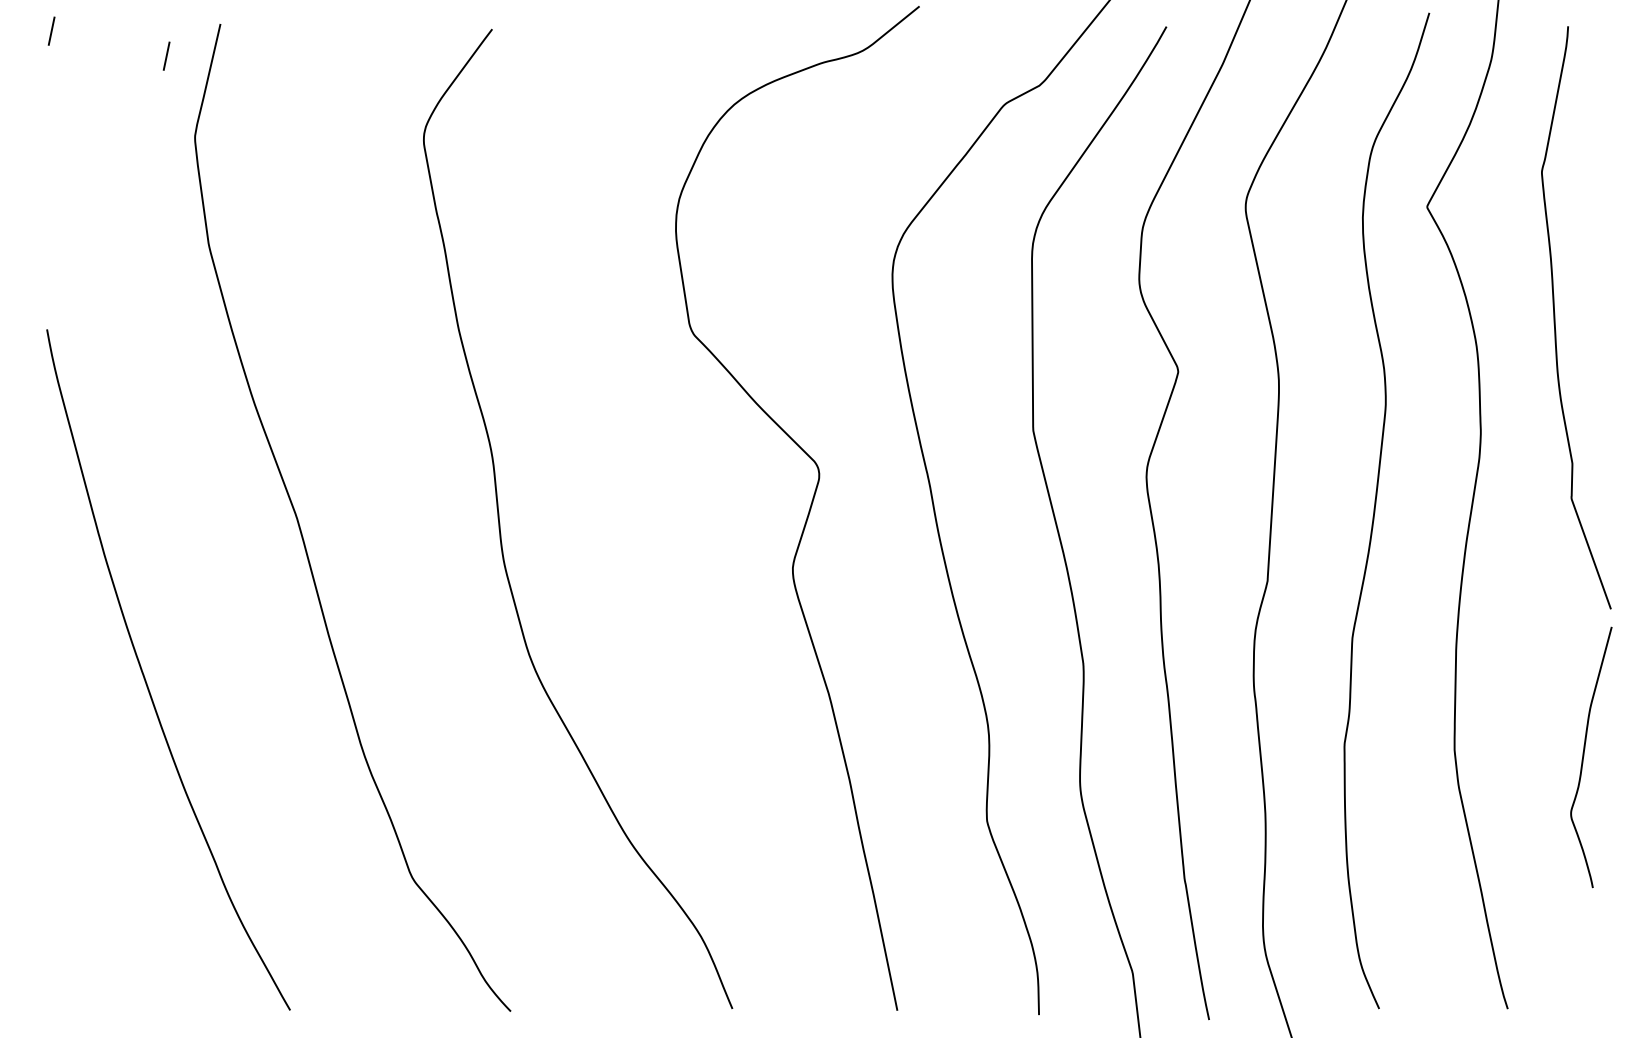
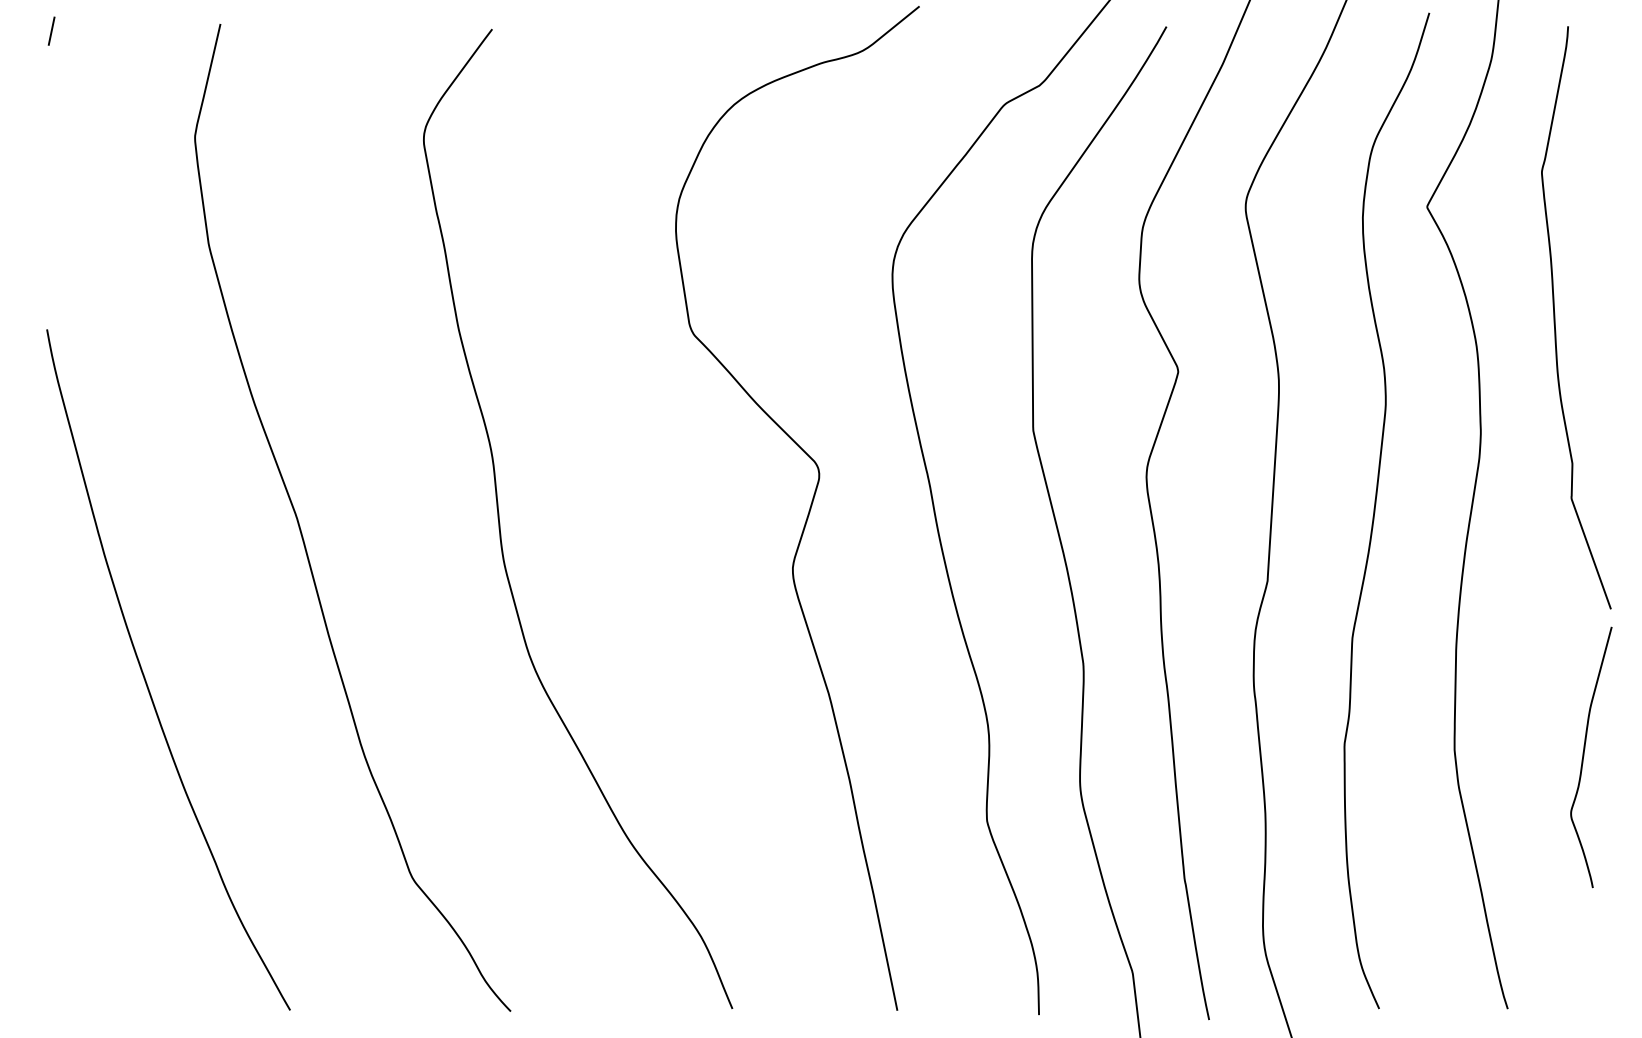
line at (166, 55): present -> none
